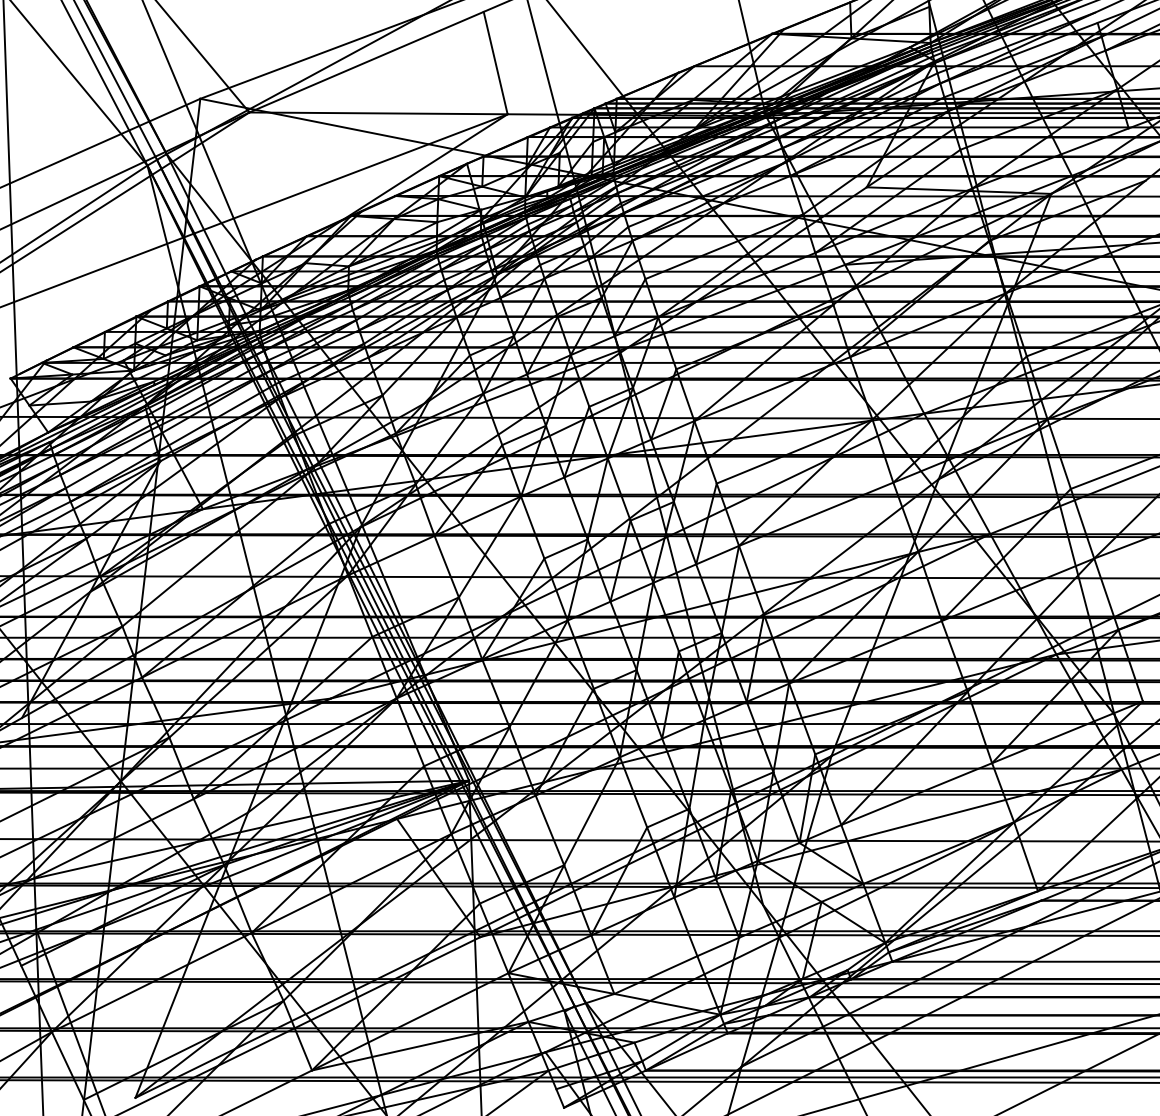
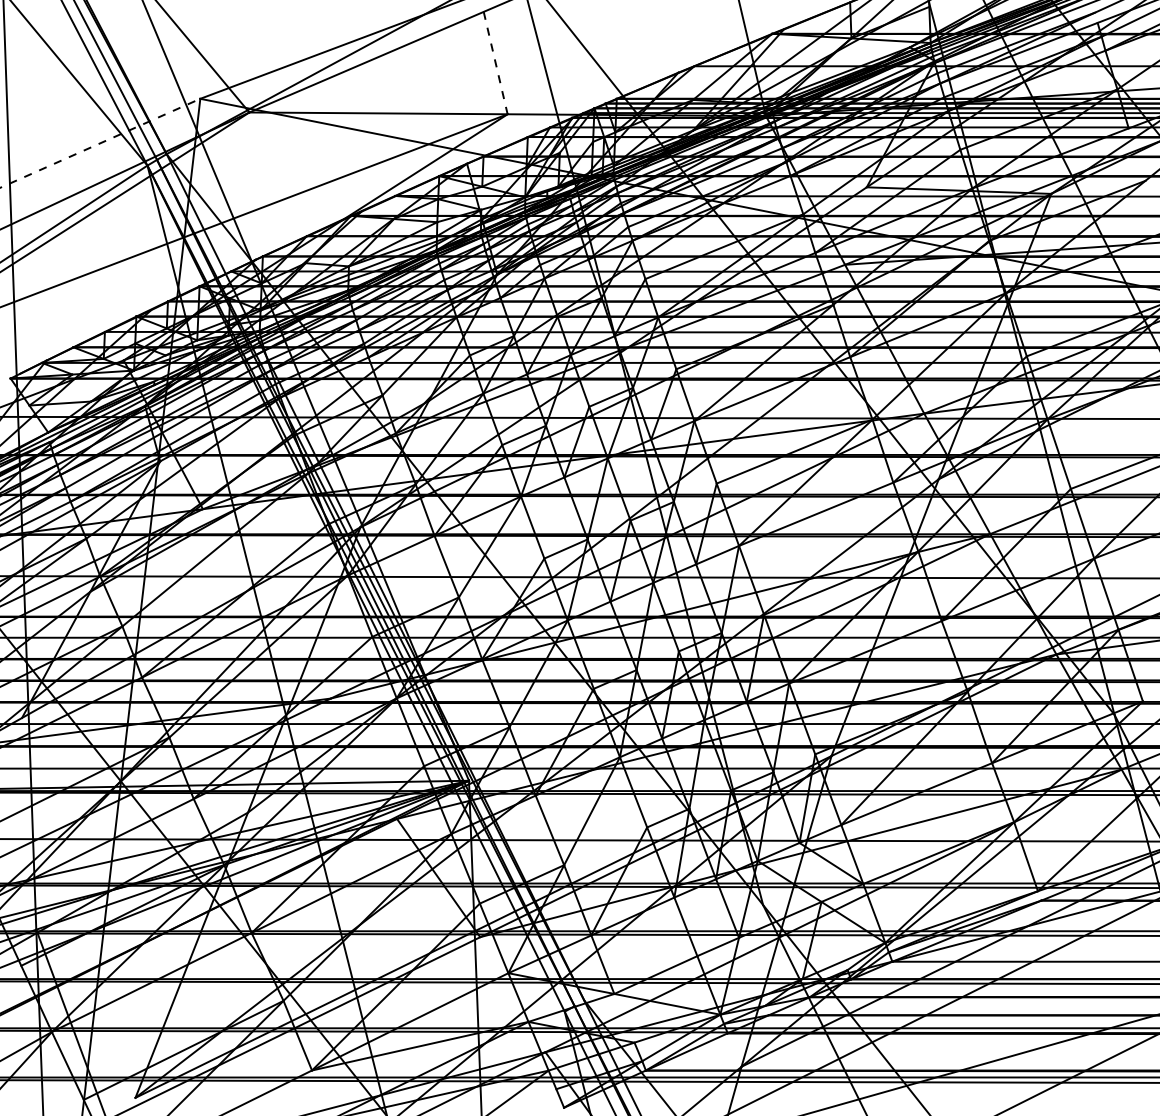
line at (495, 63): solid -> dashed
line at (100, 143): solid -> dashed
